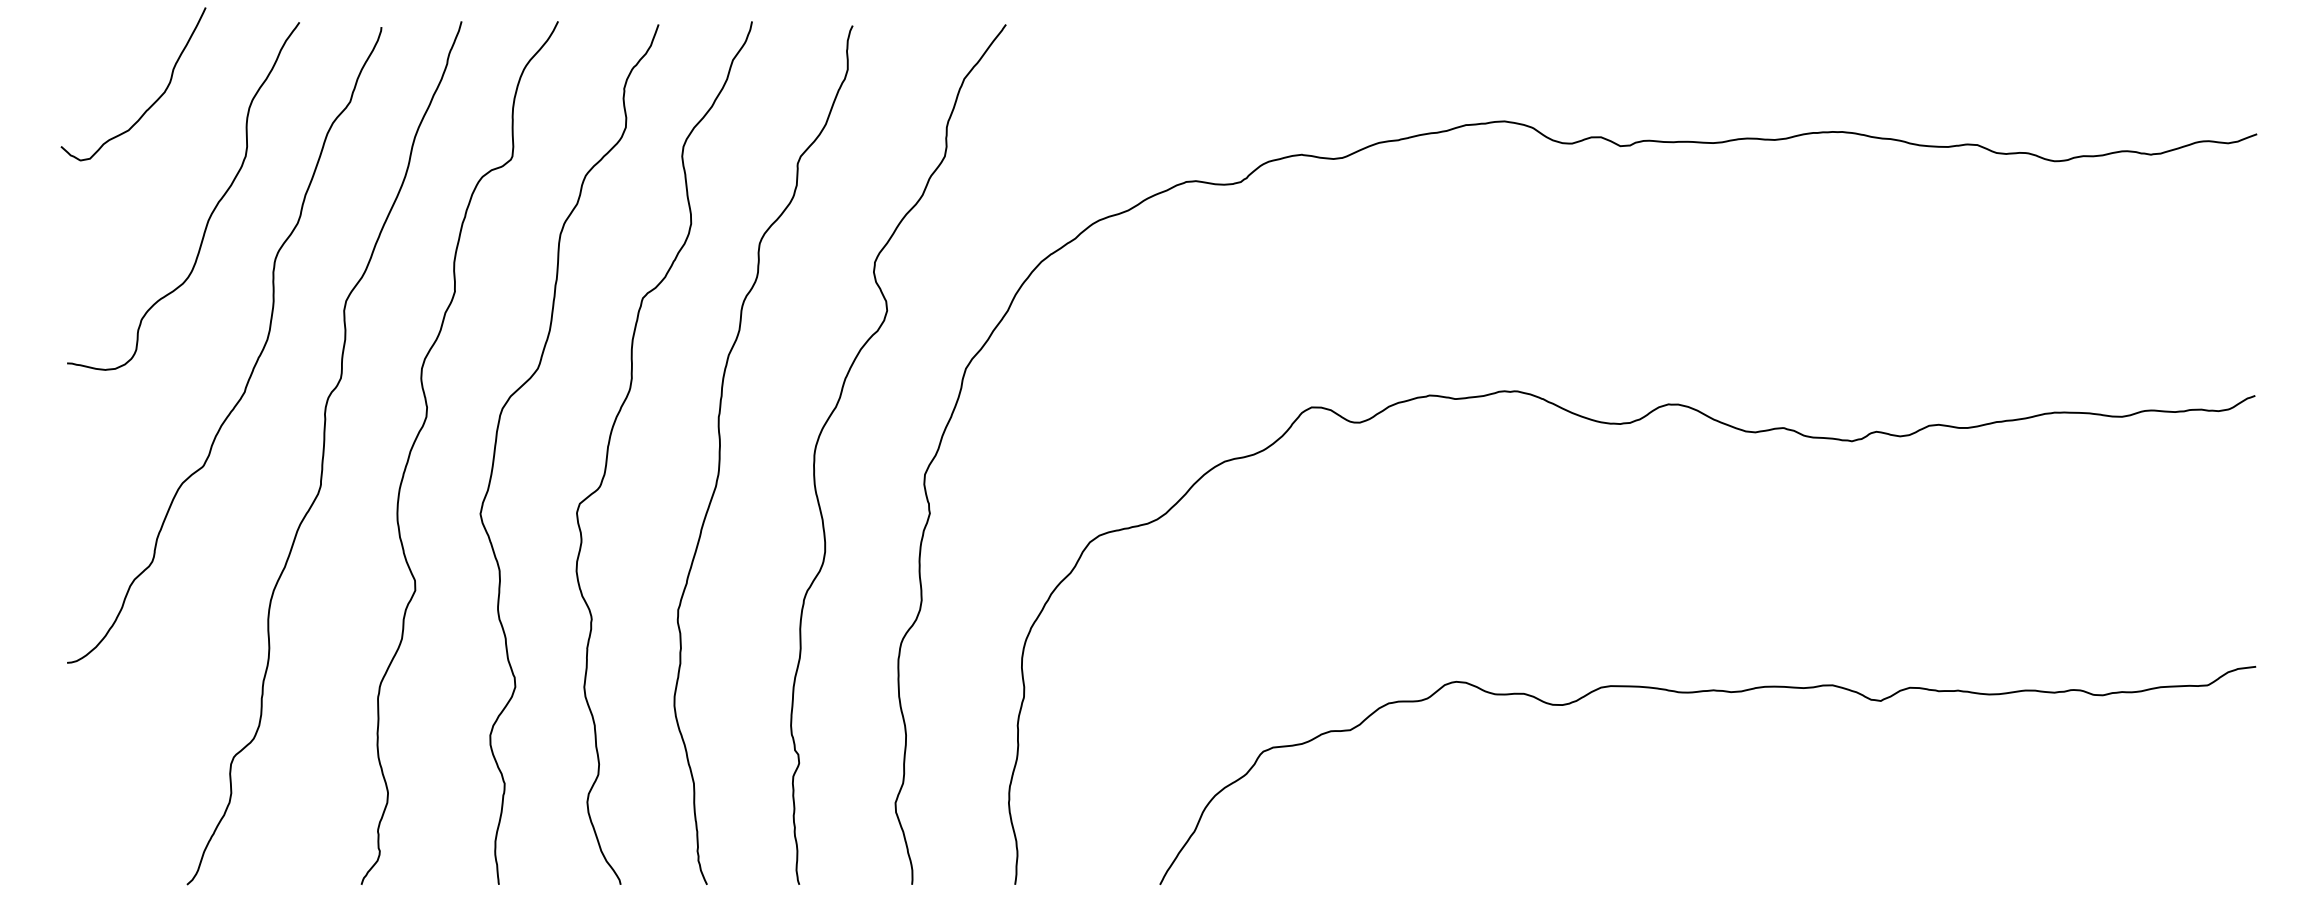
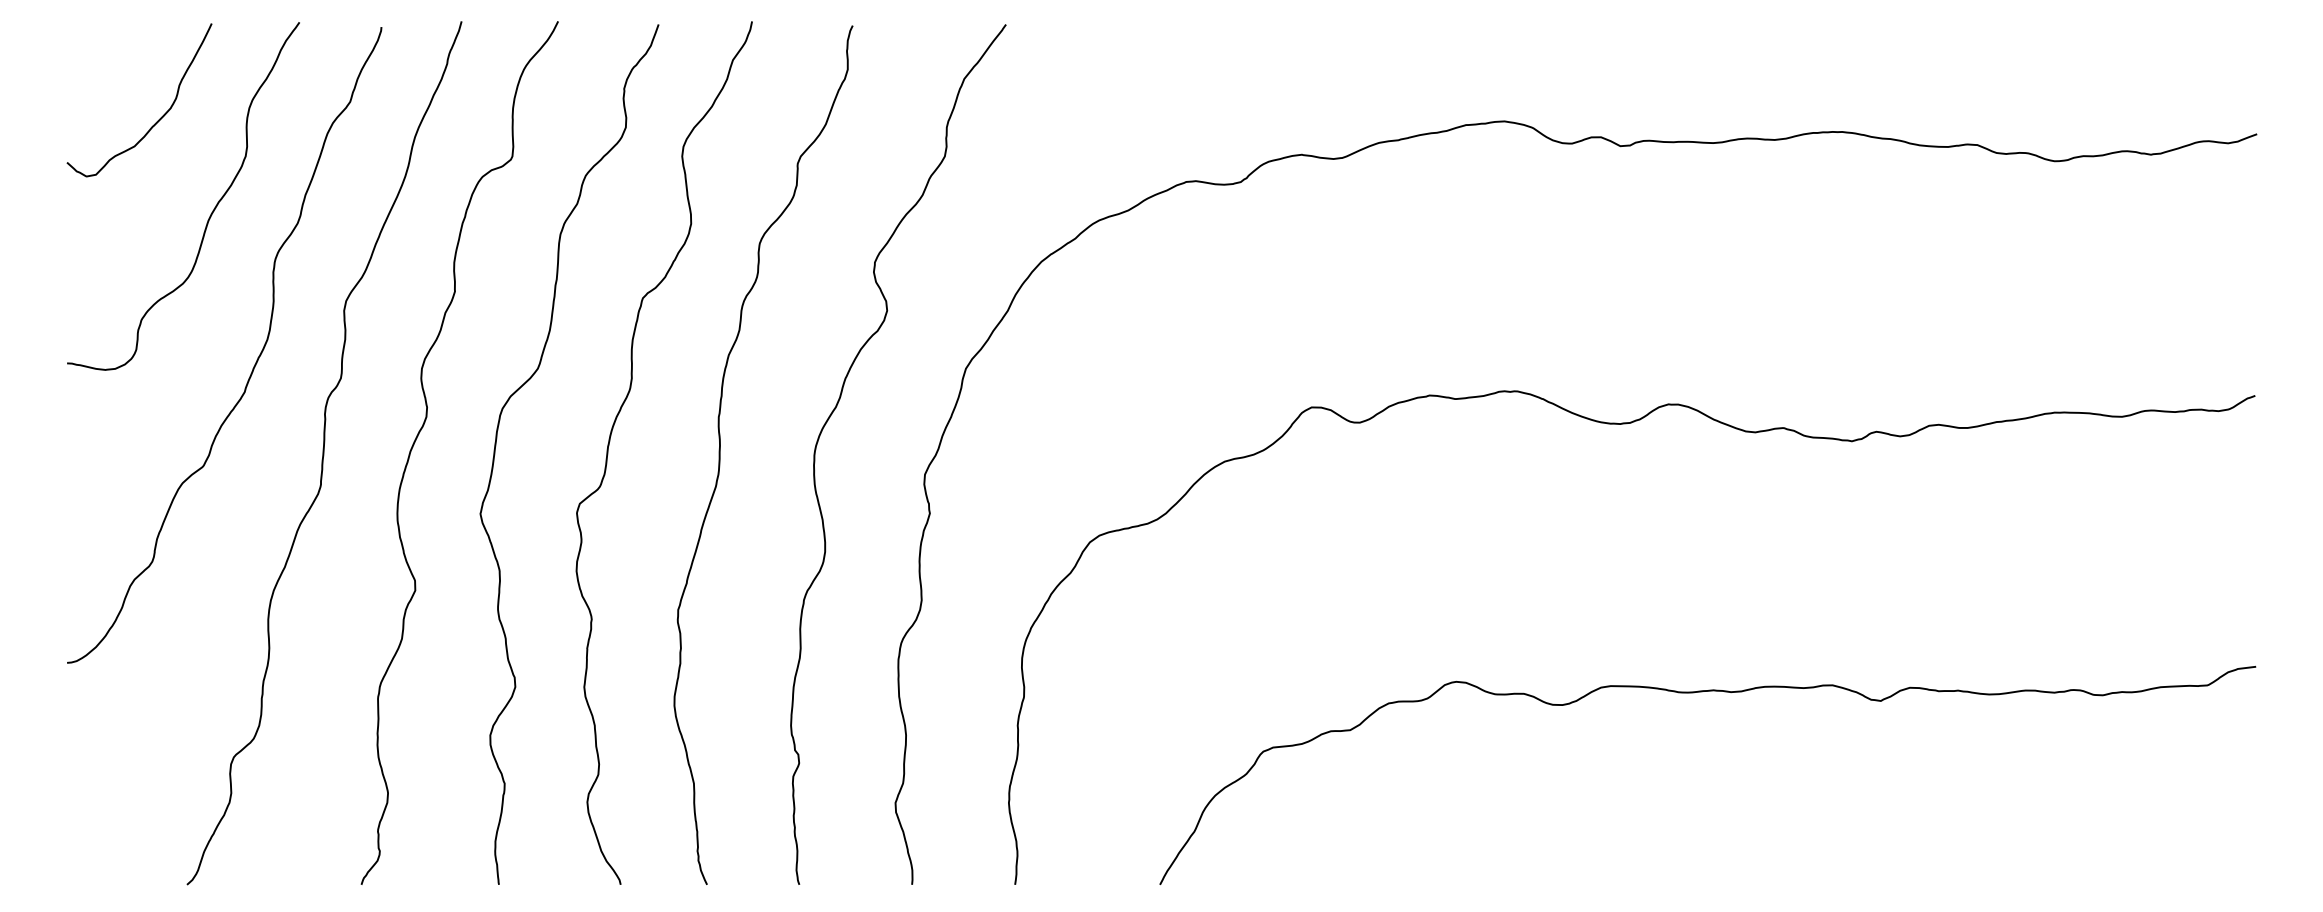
curve at (152, 103) position: (152, 103) -> (158, 119)
